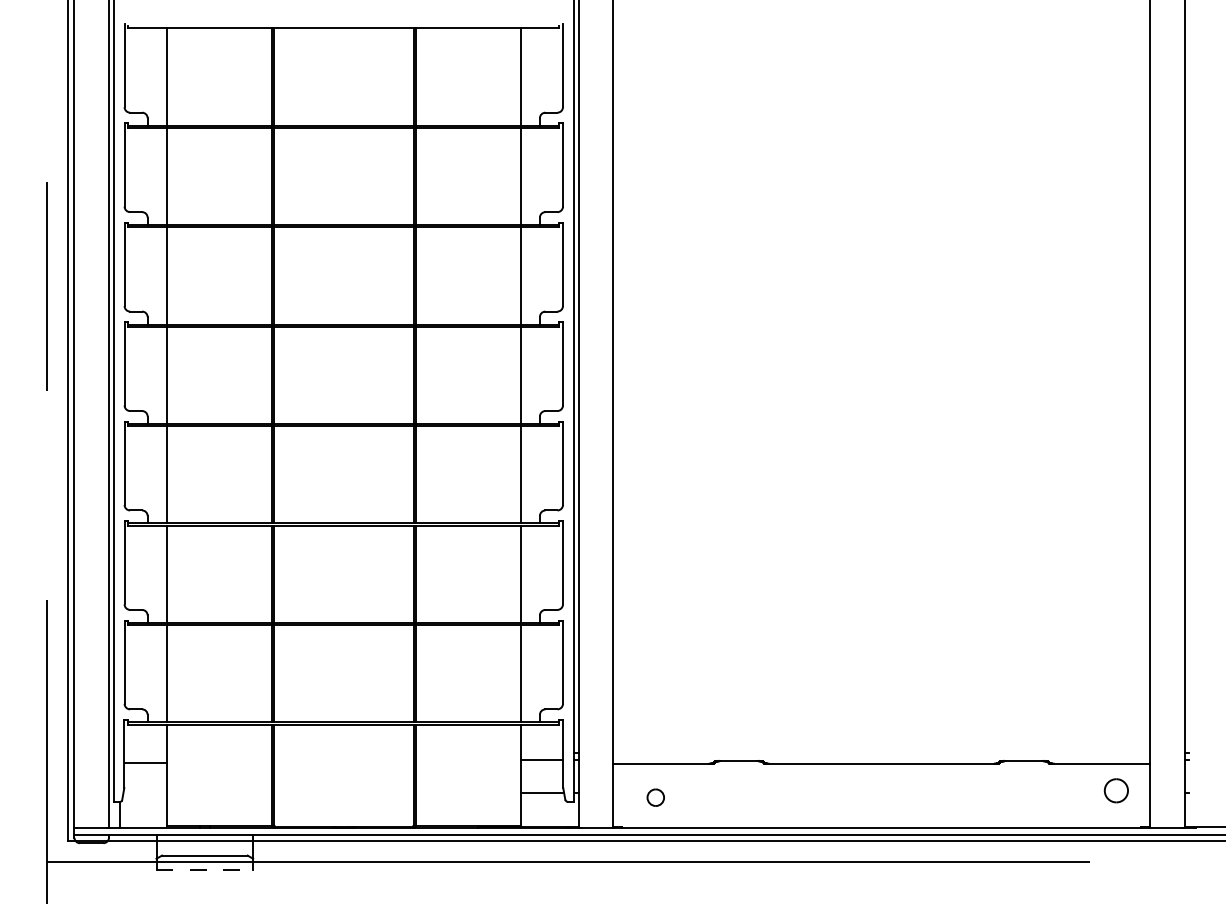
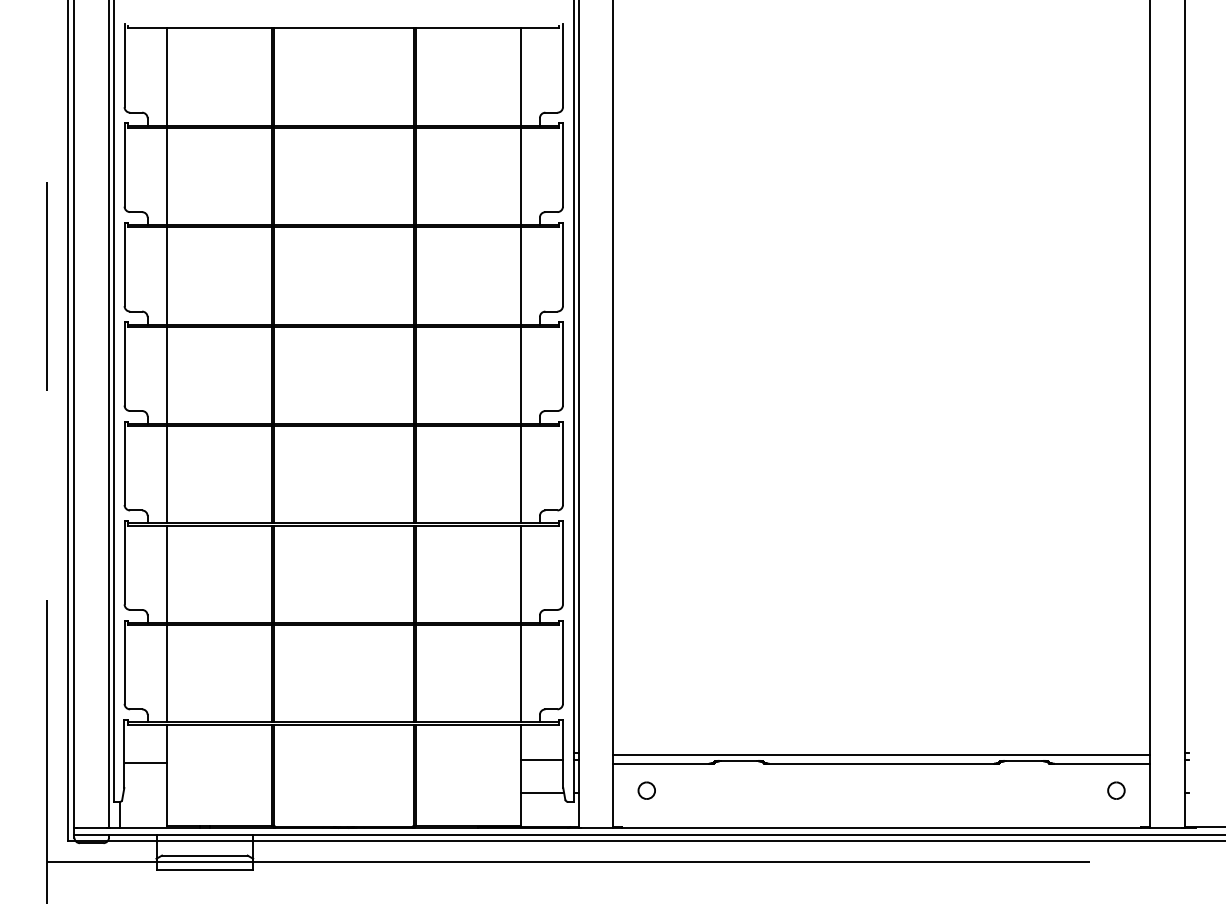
line at (881, 755): none -> present
part at (1115, 790) size: 26x26 px -> 19x19 px
part at (655, 797) position: (655, 797) -> (646, 790)
line at (205, 870): dashed -> solid
